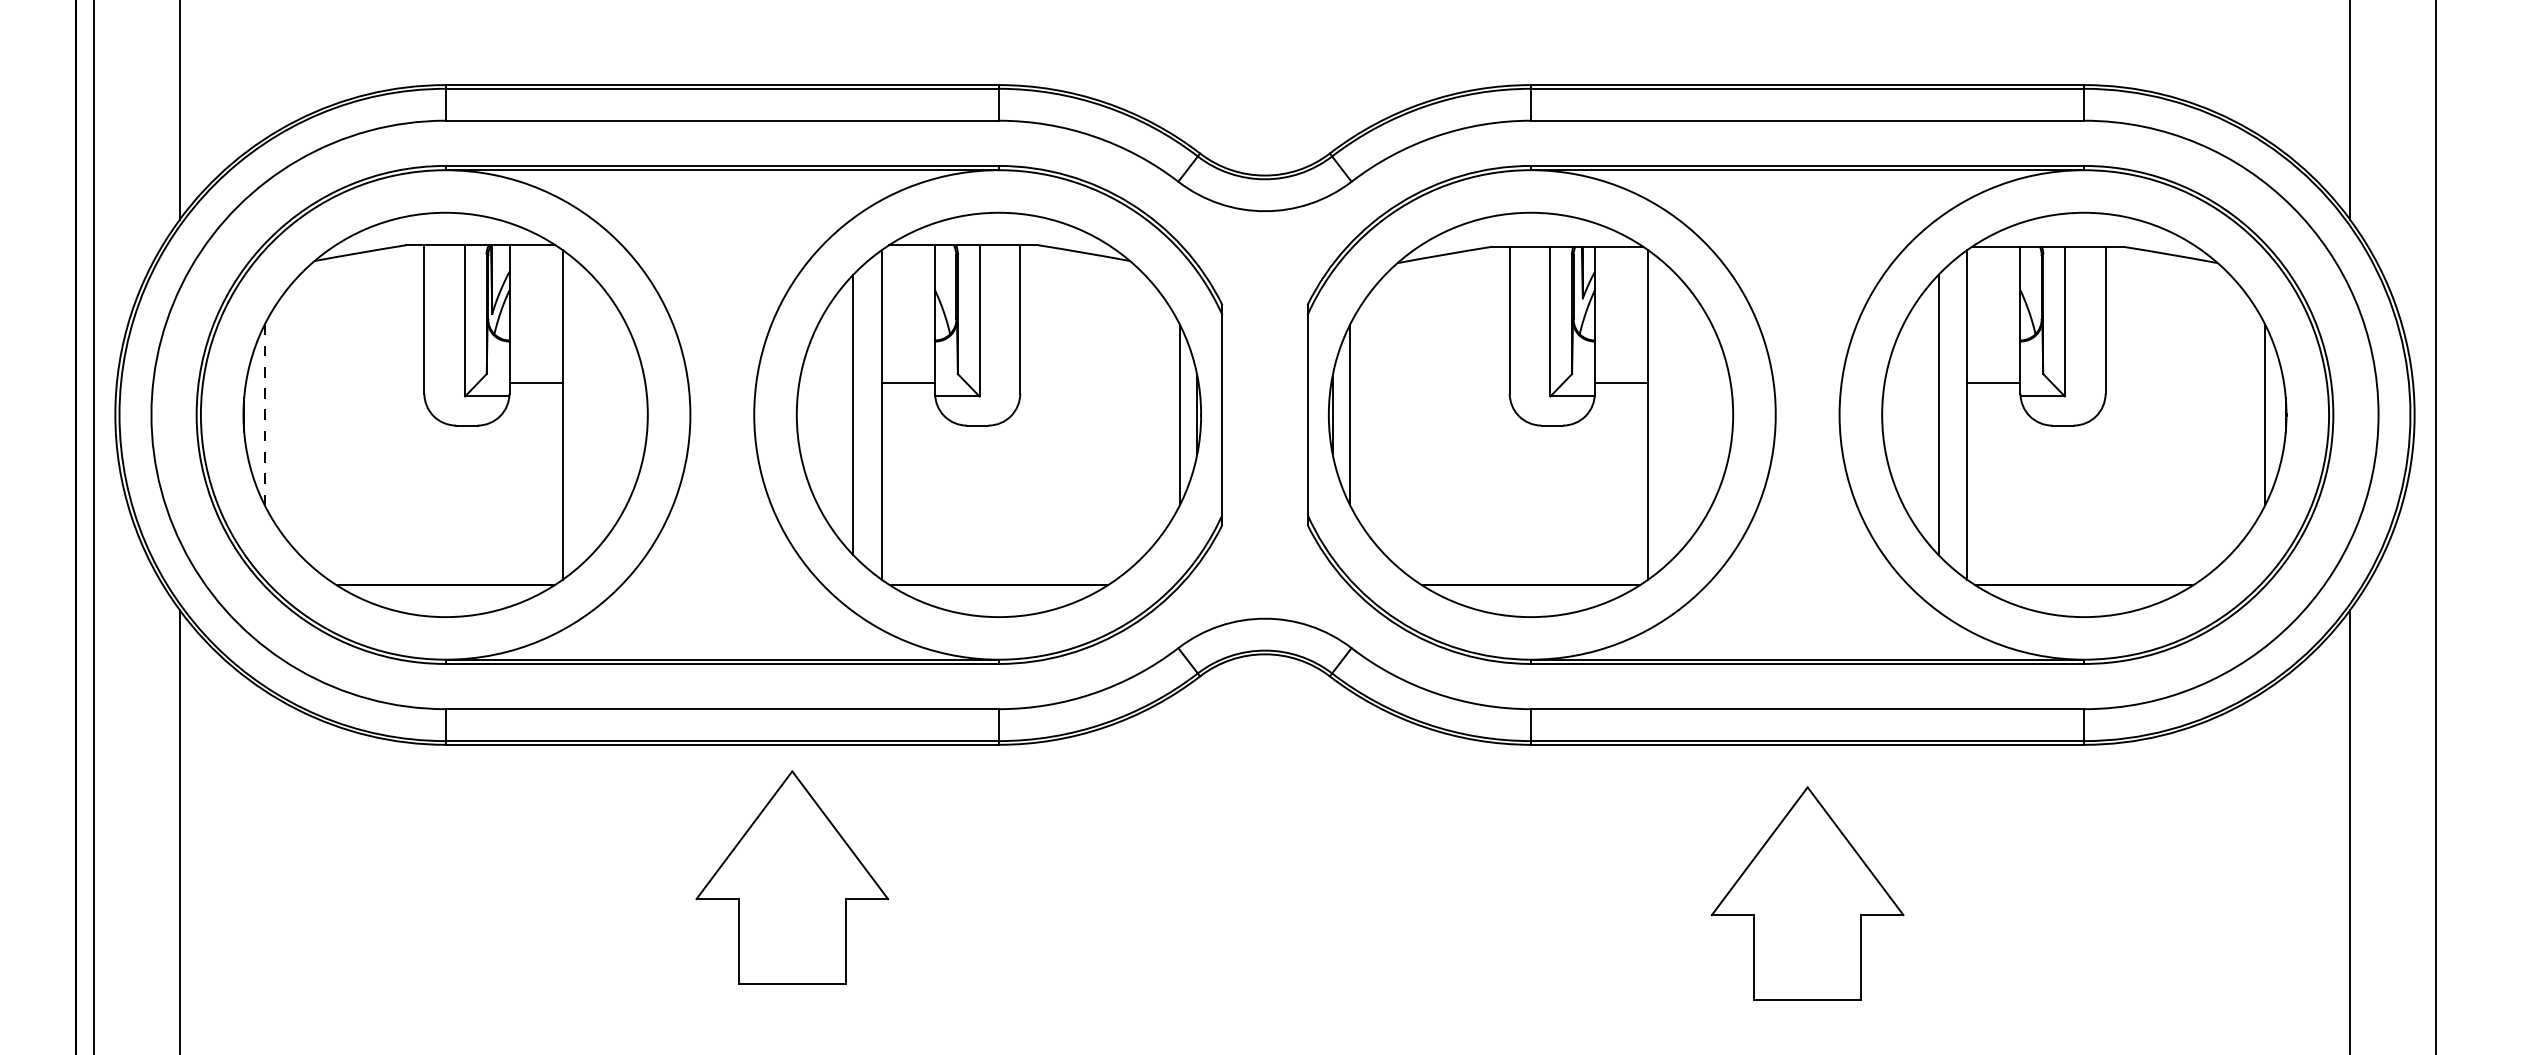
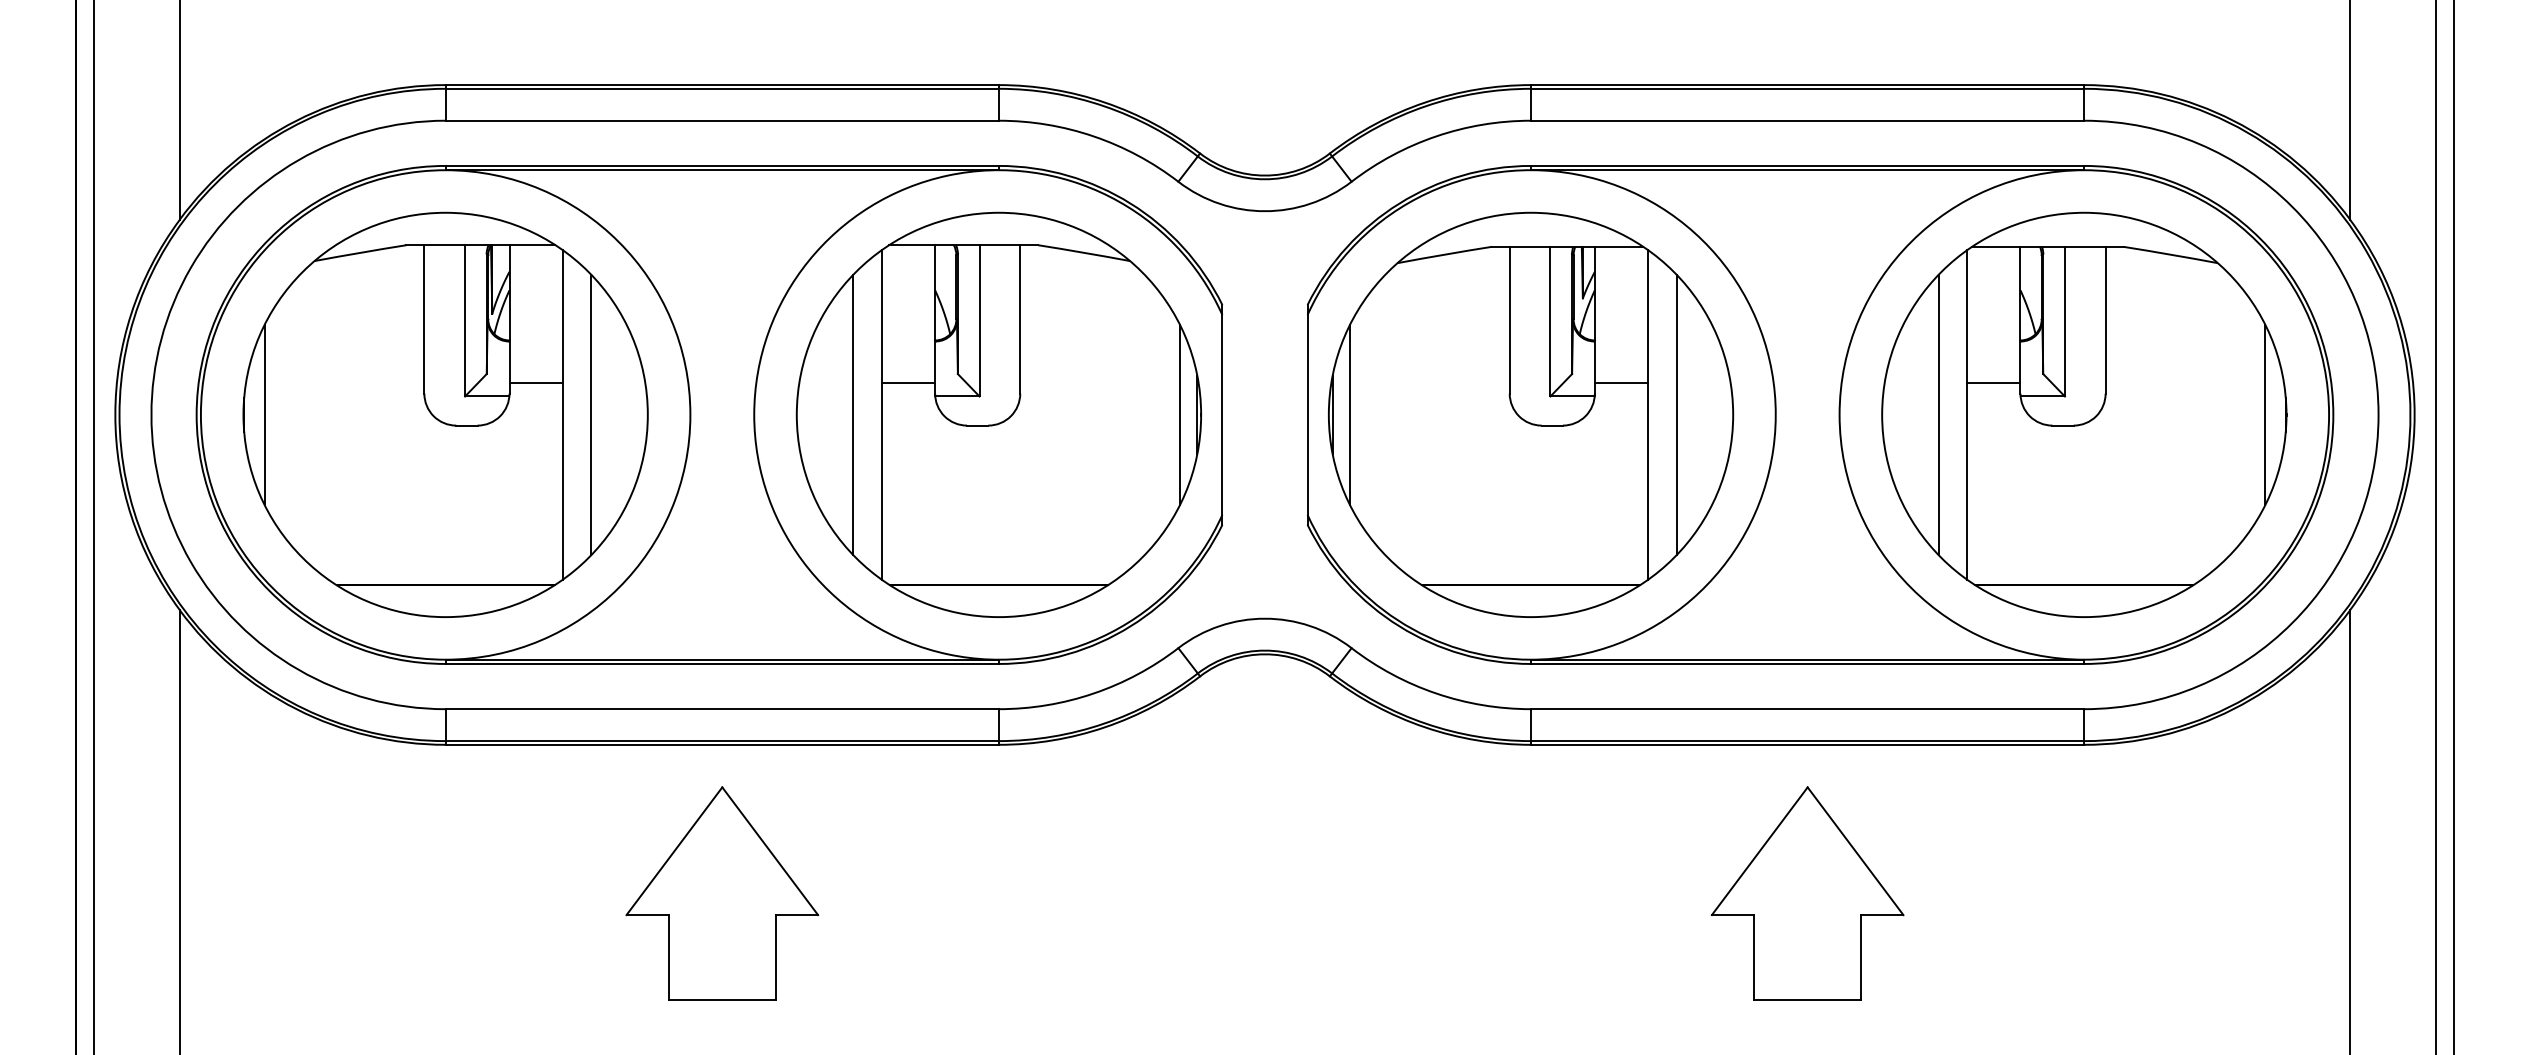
line at (264, 414): dashed -> solid
line at (591, 414): none -> present
line at (1676, 414): none -> present
line at (2454, 526): none -> present
part at (792, 877) position: (792, 877) -> (722, 893)
